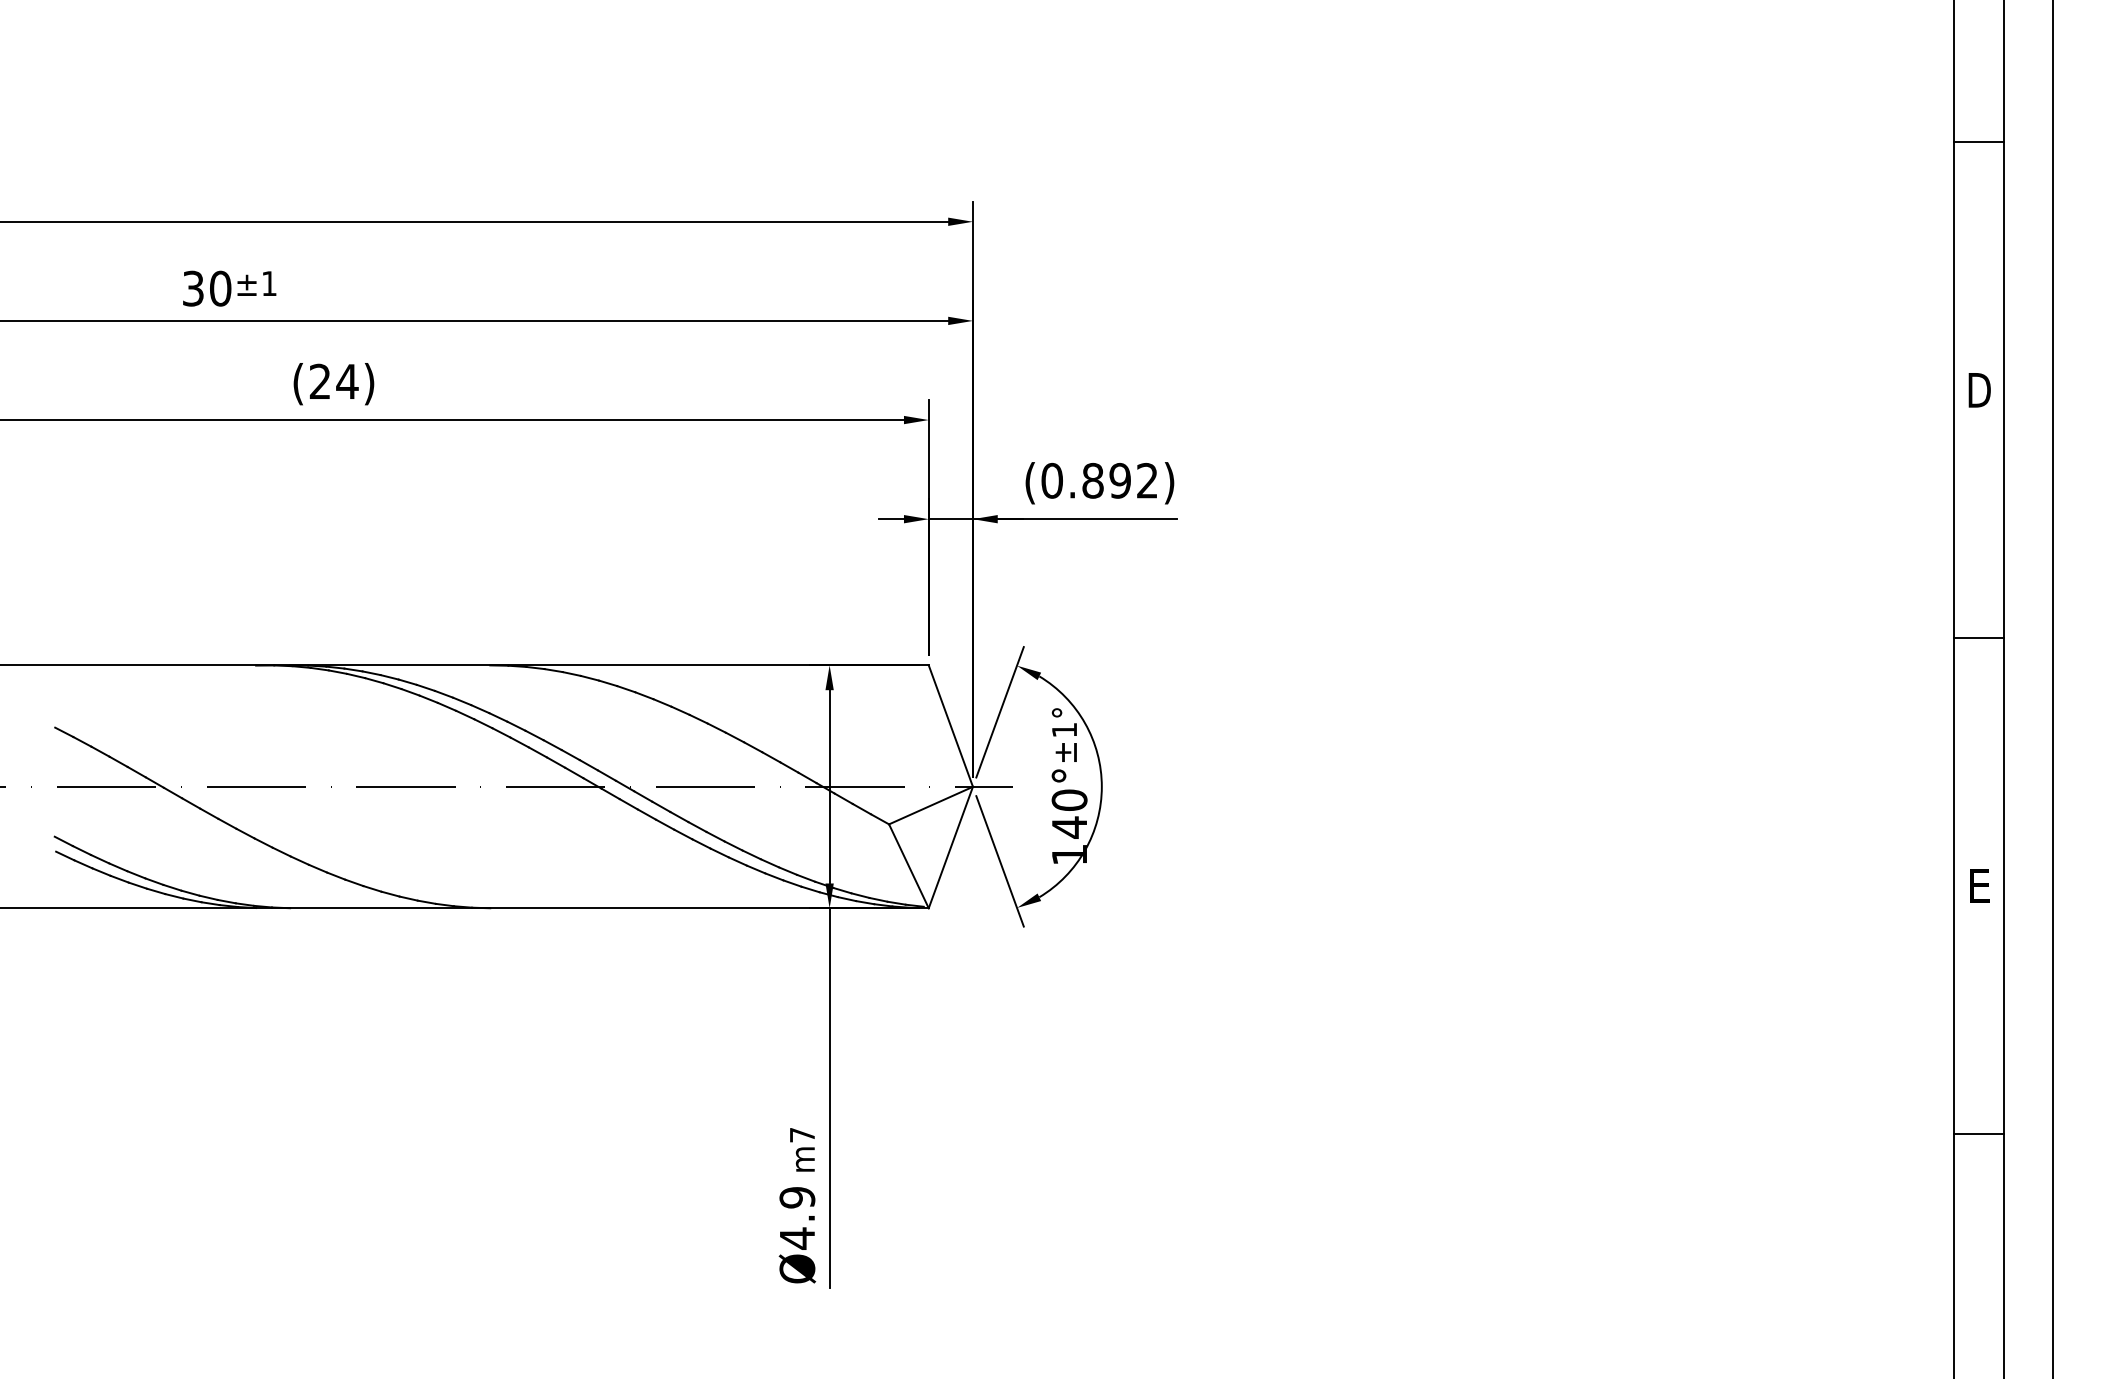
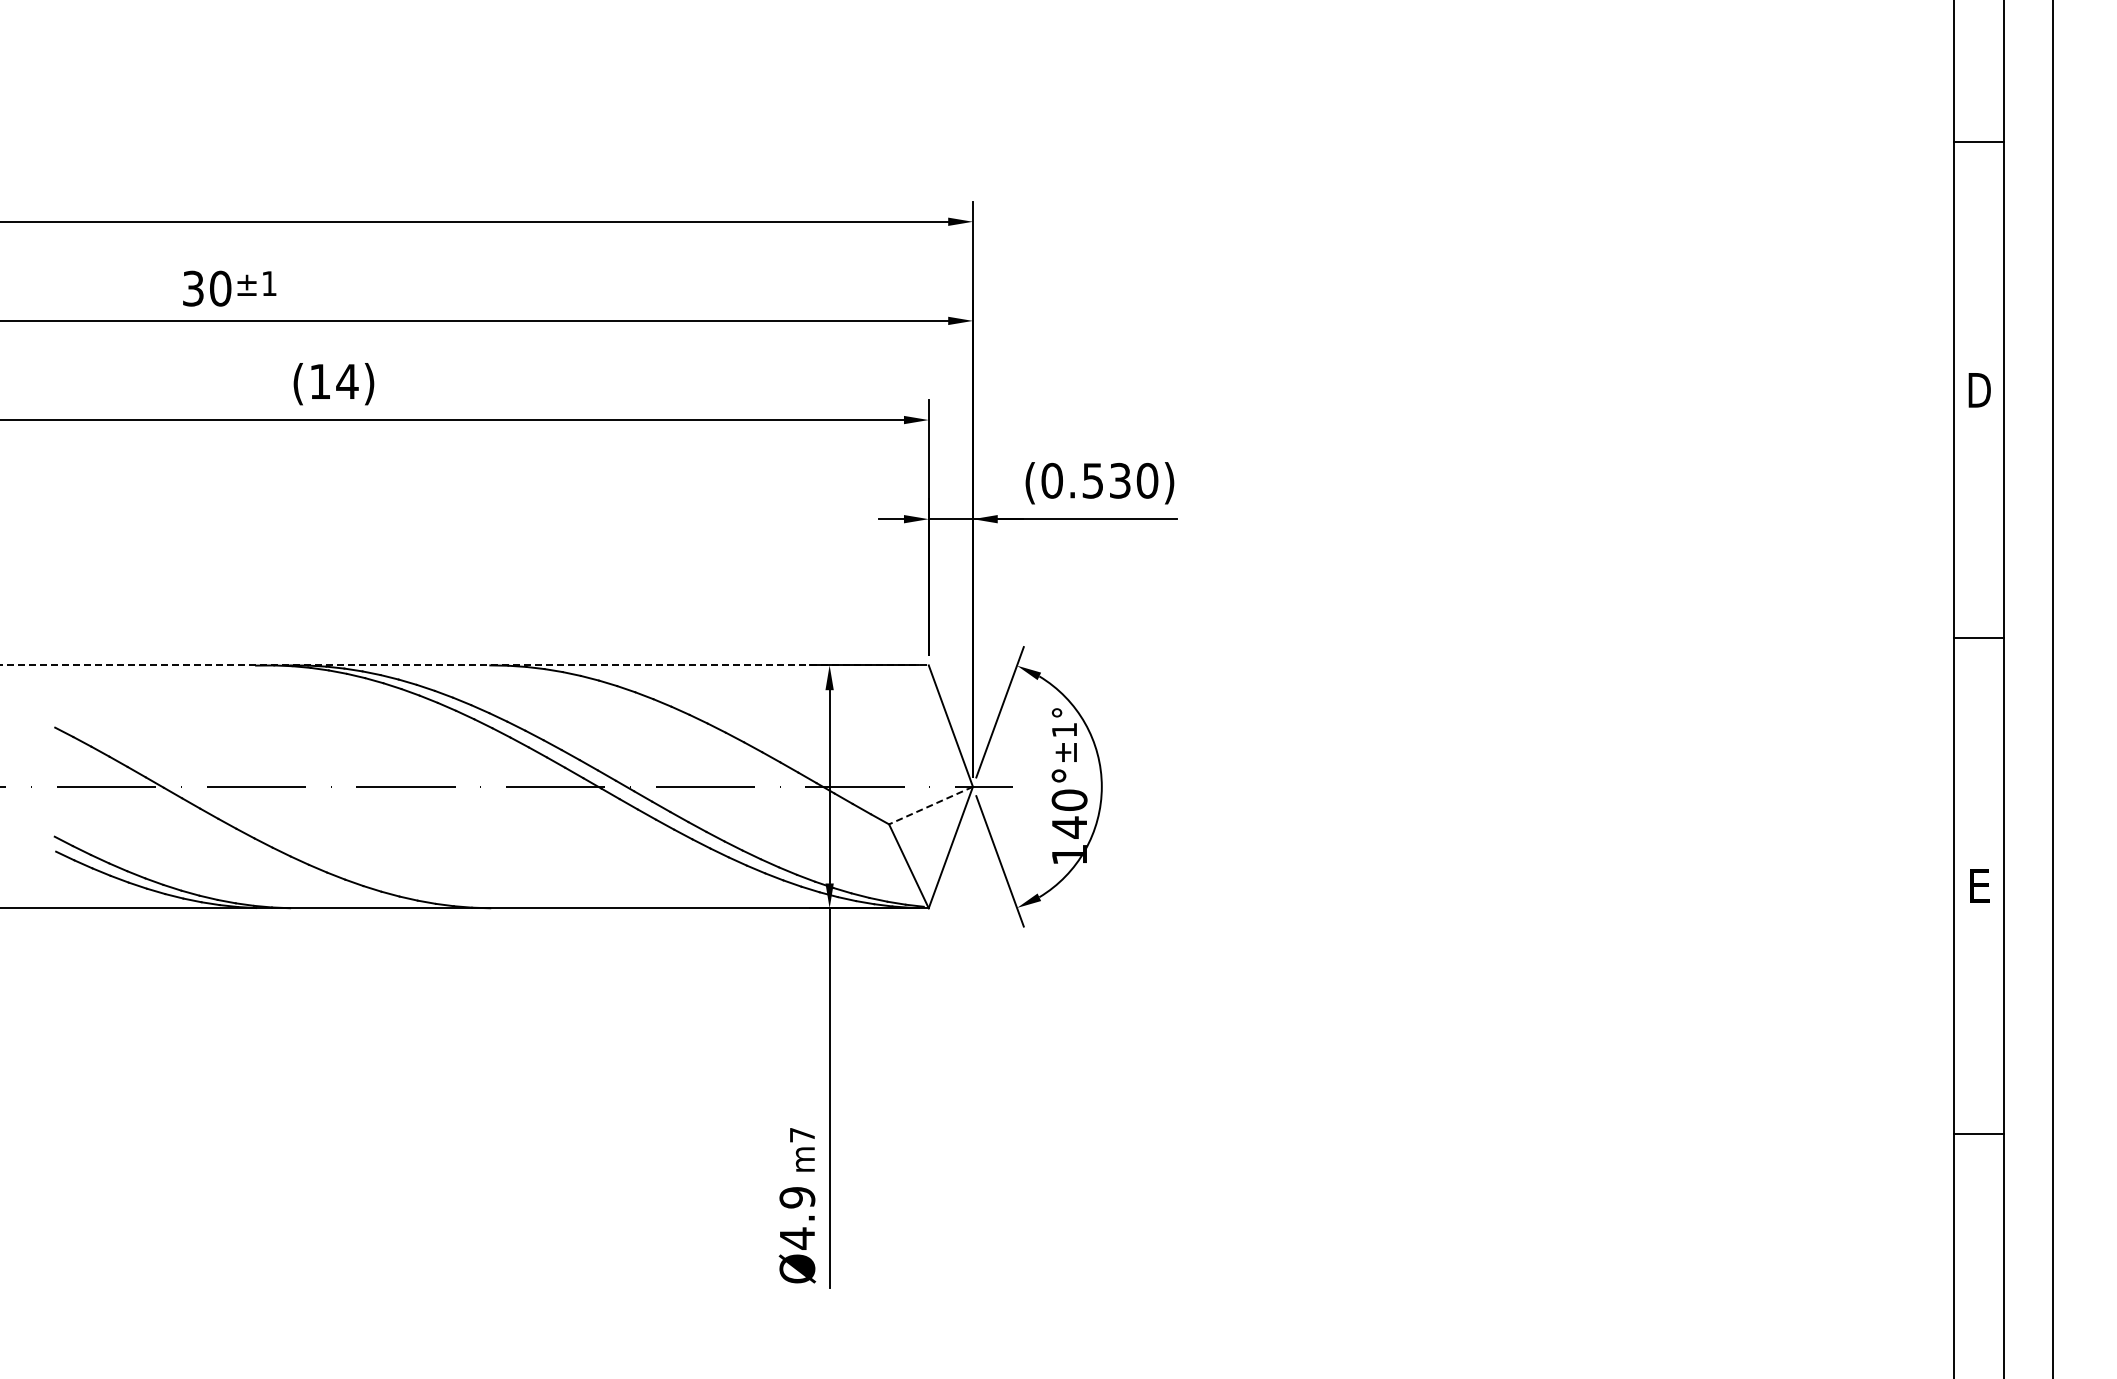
text at (319, 380): (24) -> (14)
text at (1120, 480): (0.892) -> (0.530)
line at (464, 665): solid -> dashed
line at (931, 805): solid -> dashed
